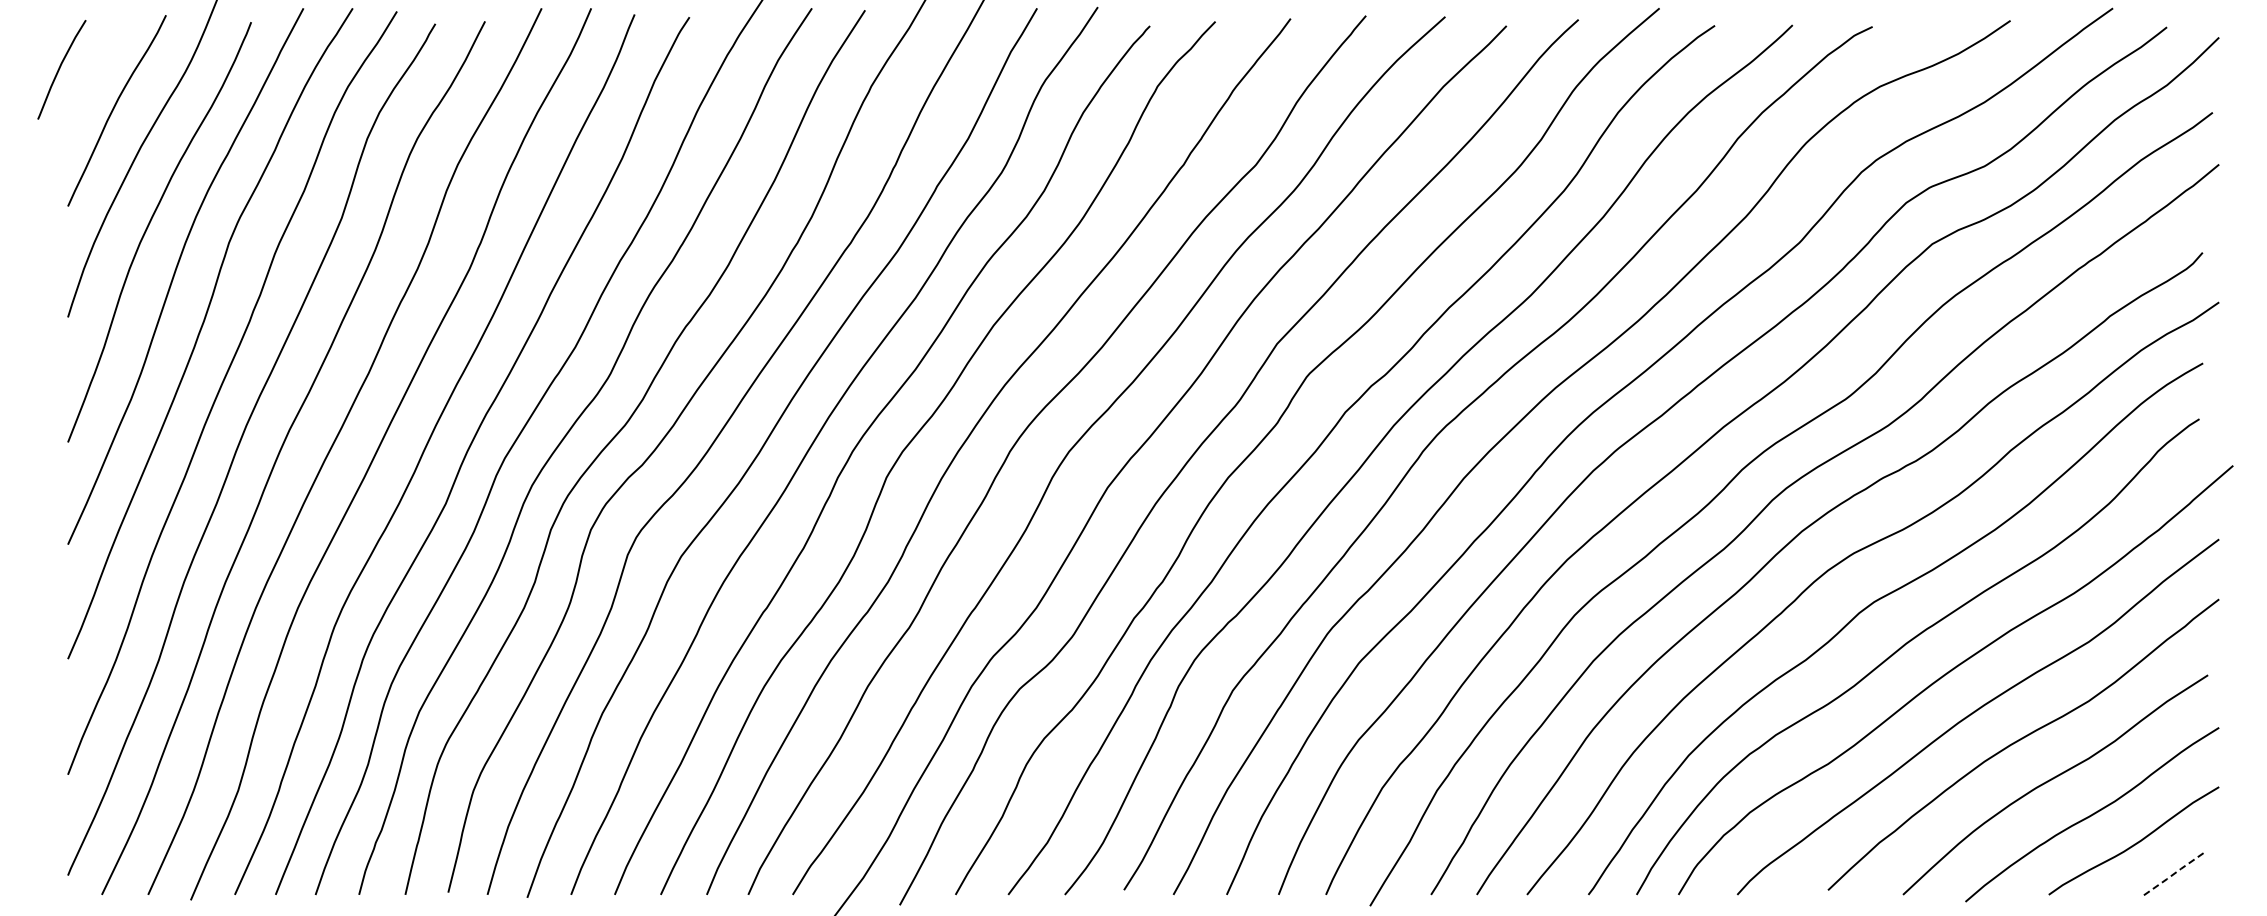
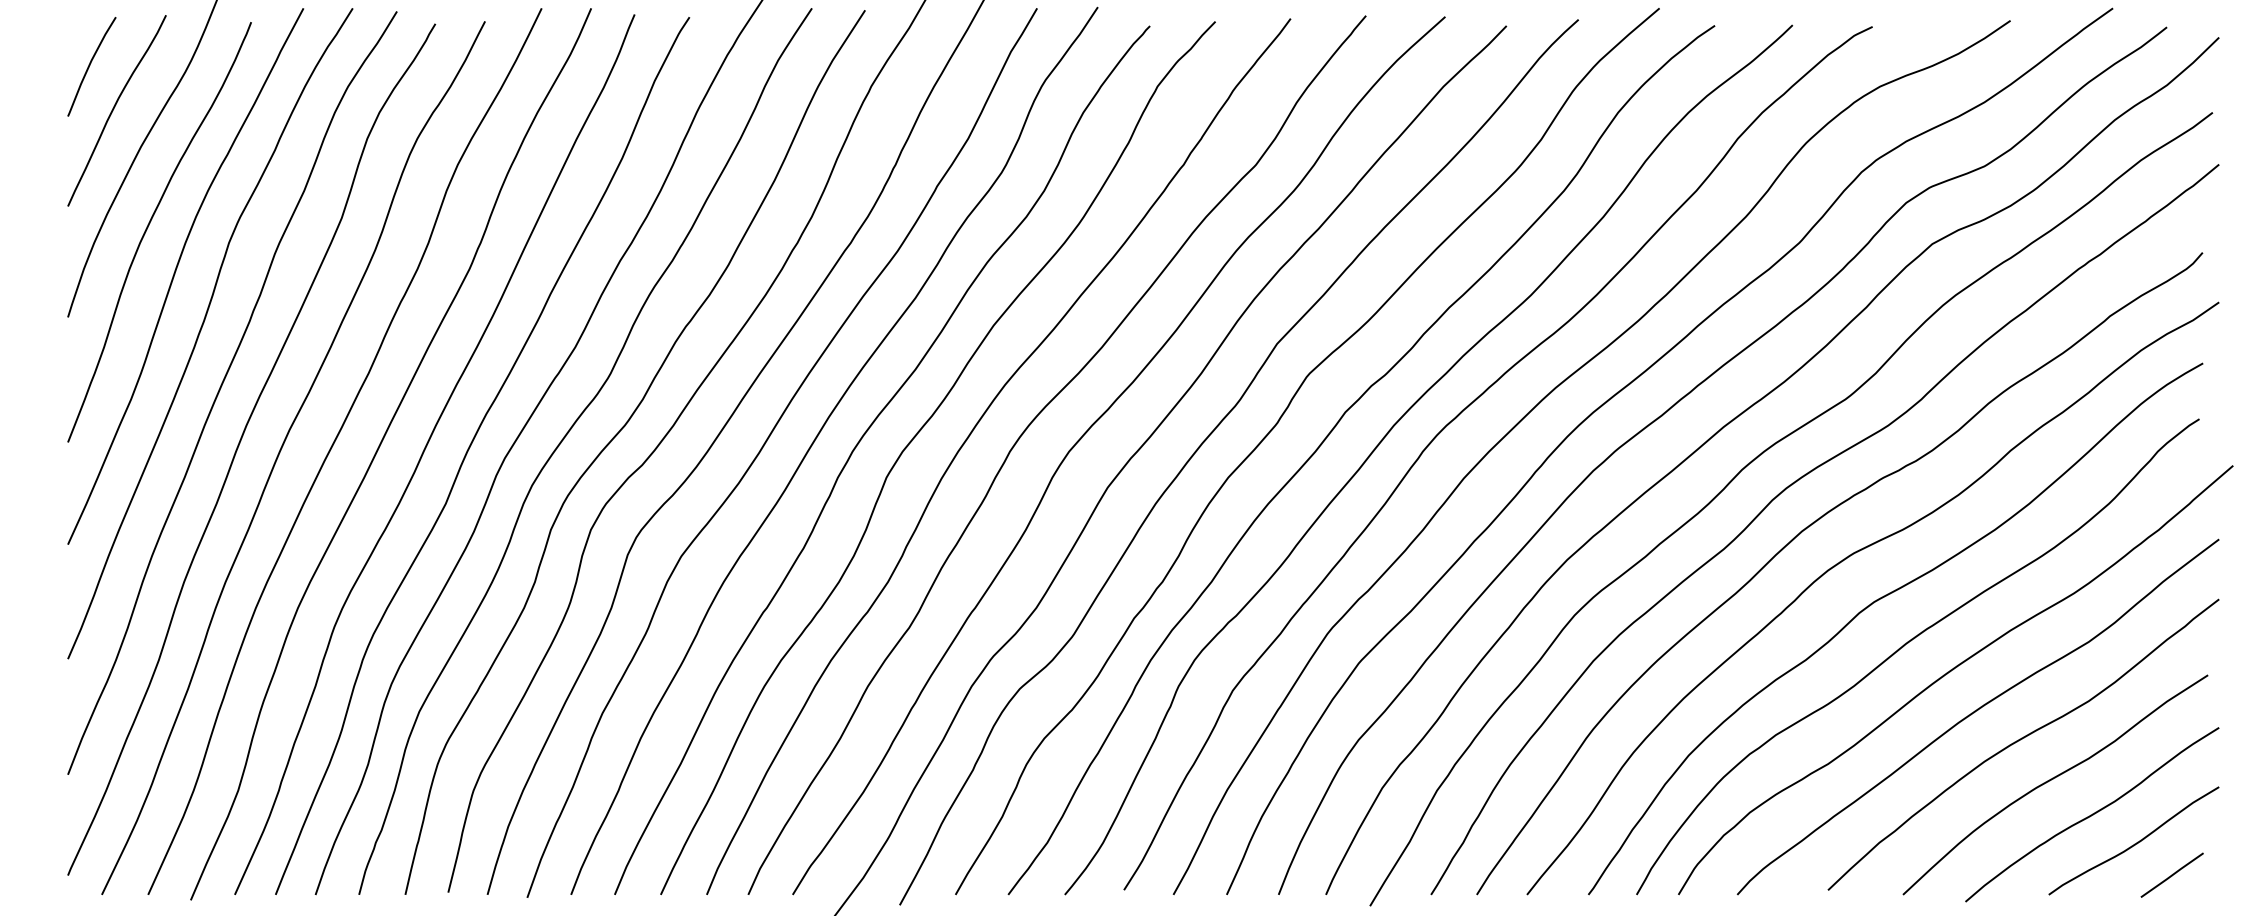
curve at (60, 68) position: (60, 68) -> (90, 65)
line at (2172, 875): dashed -> solid
